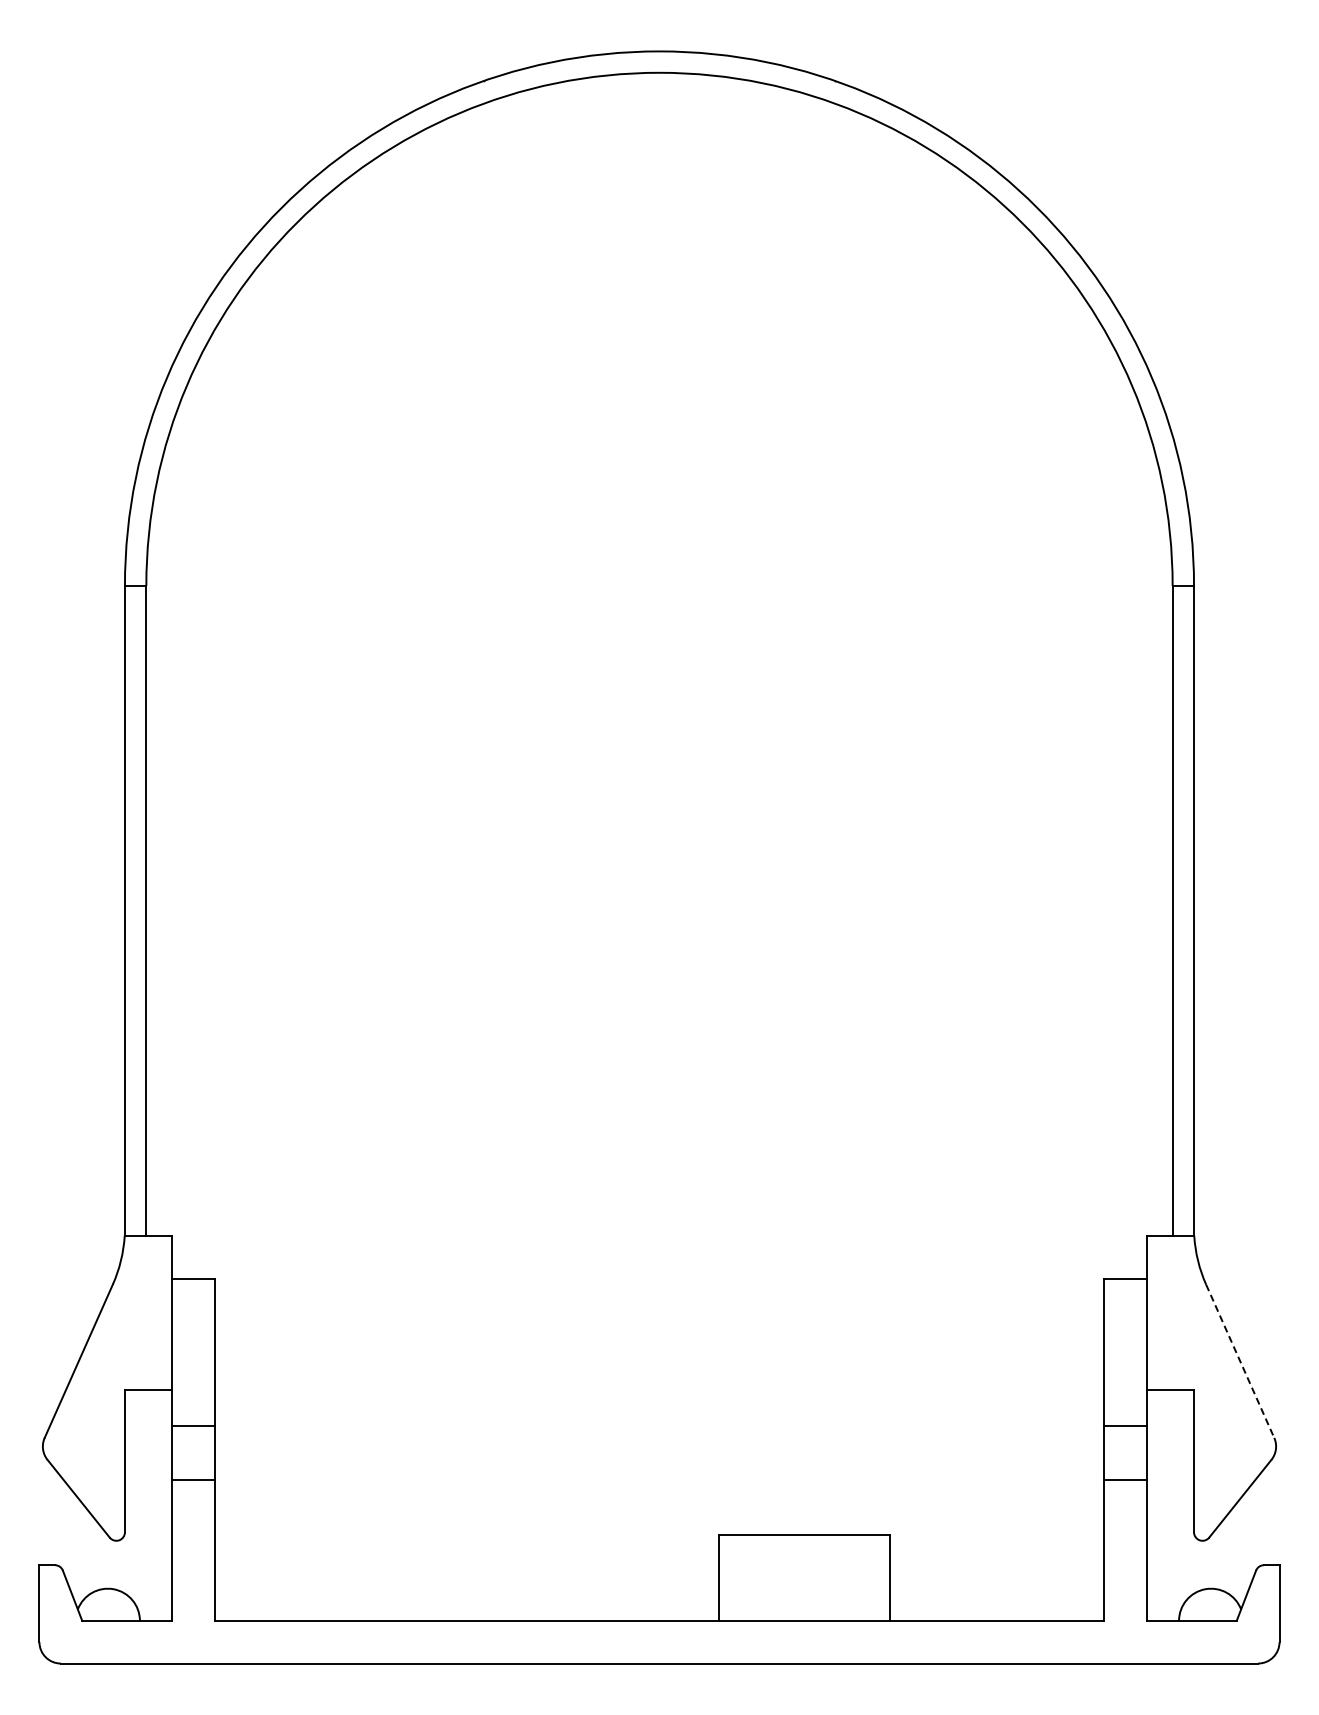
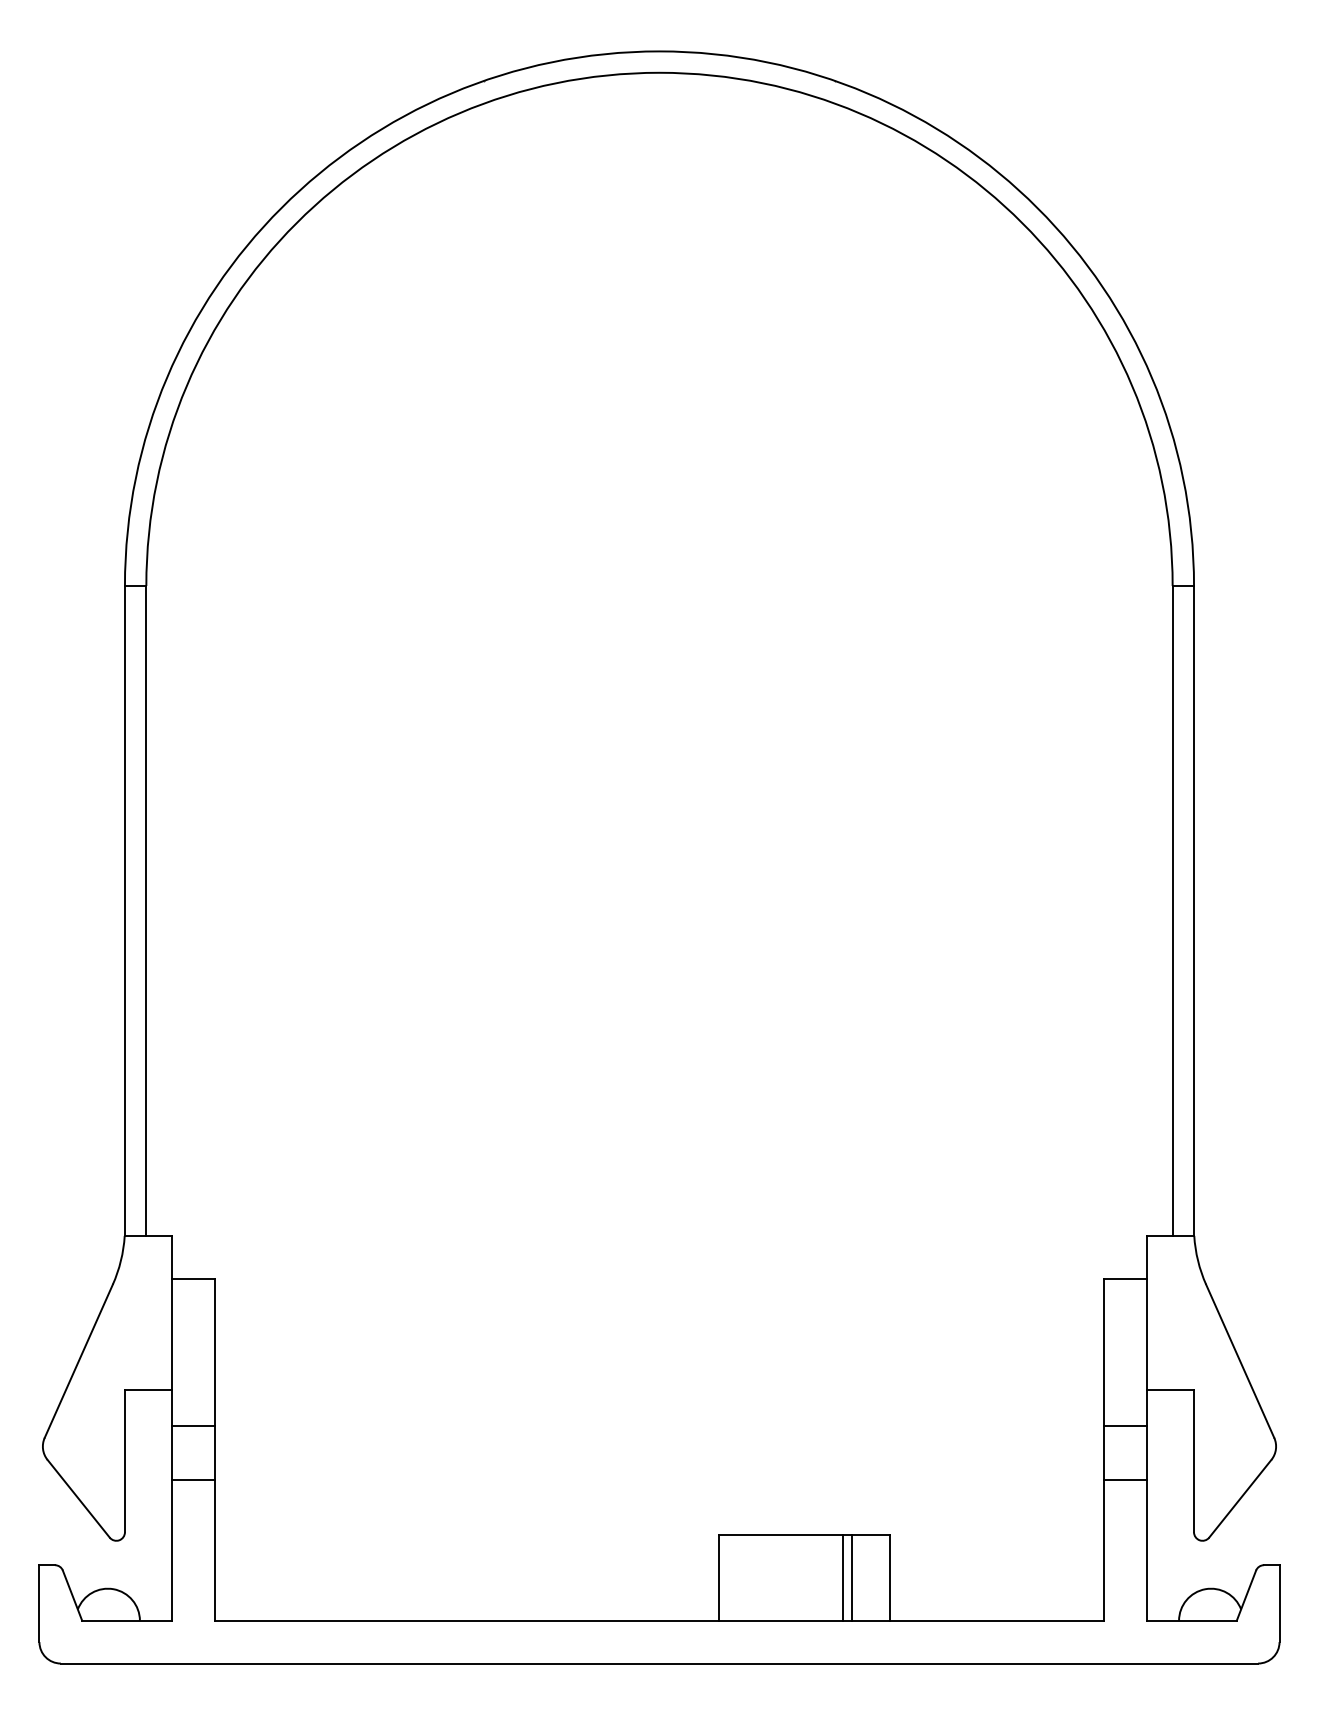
line at (1240, 1361): dashed -> solid
line at (843, 1577): none -> present
line at (851, 1577): none -> present
